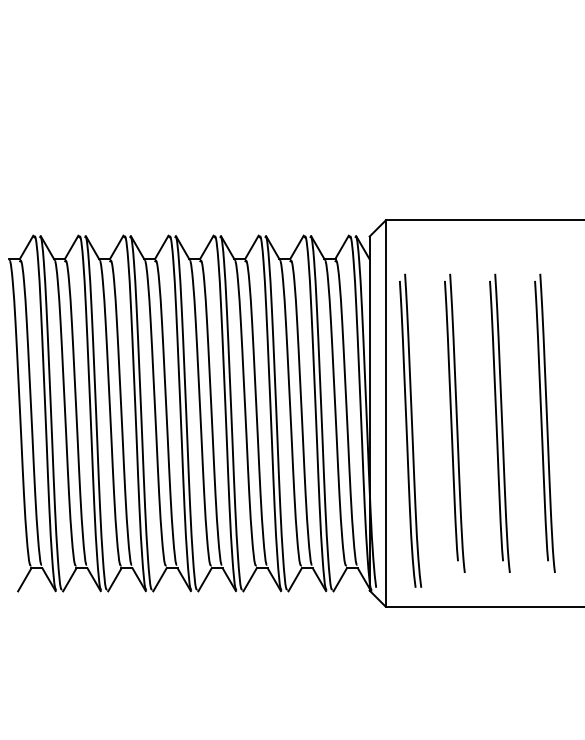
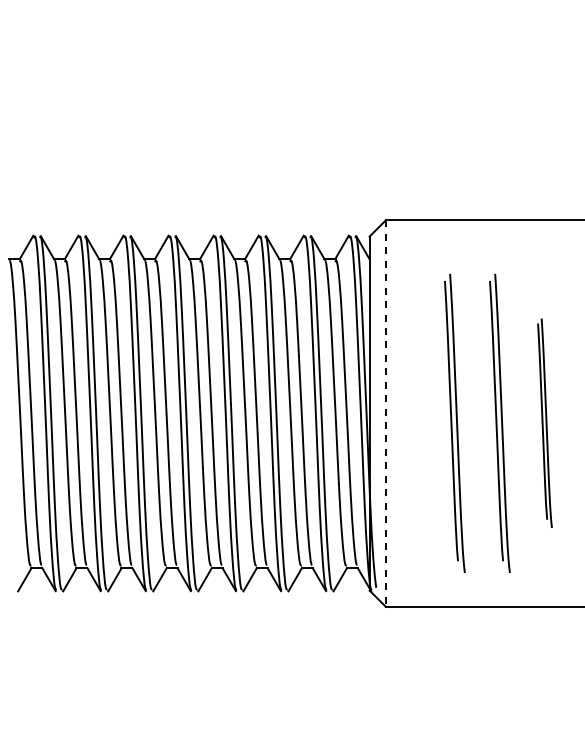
line at (385, 414): solid -> dashed
part at (544, 422) size: 22x300 px -> 16x210 px
part at (410, 430): present -> none
